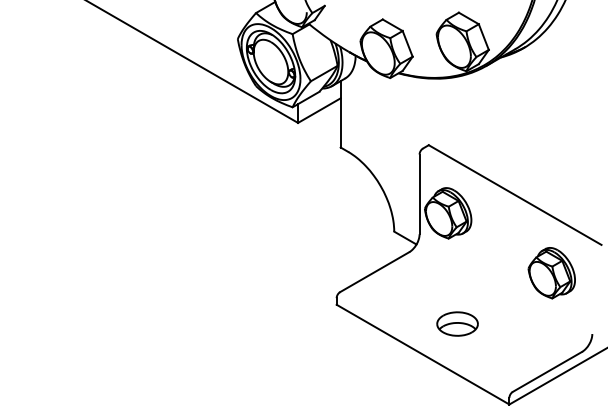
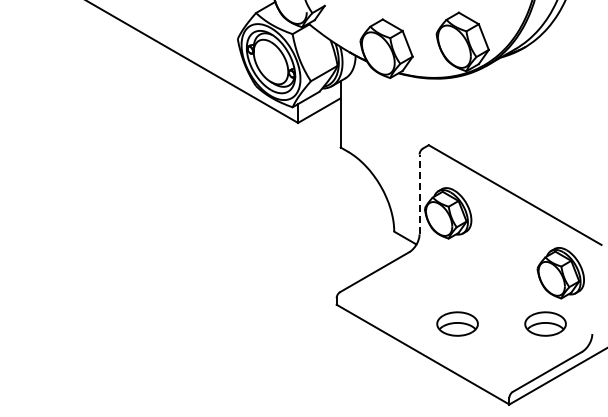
line at (419, 194): solid -> dashed
part at (551, 273) position: (551, 273) -> (560, 273)
part at (545, 323): none -> present
